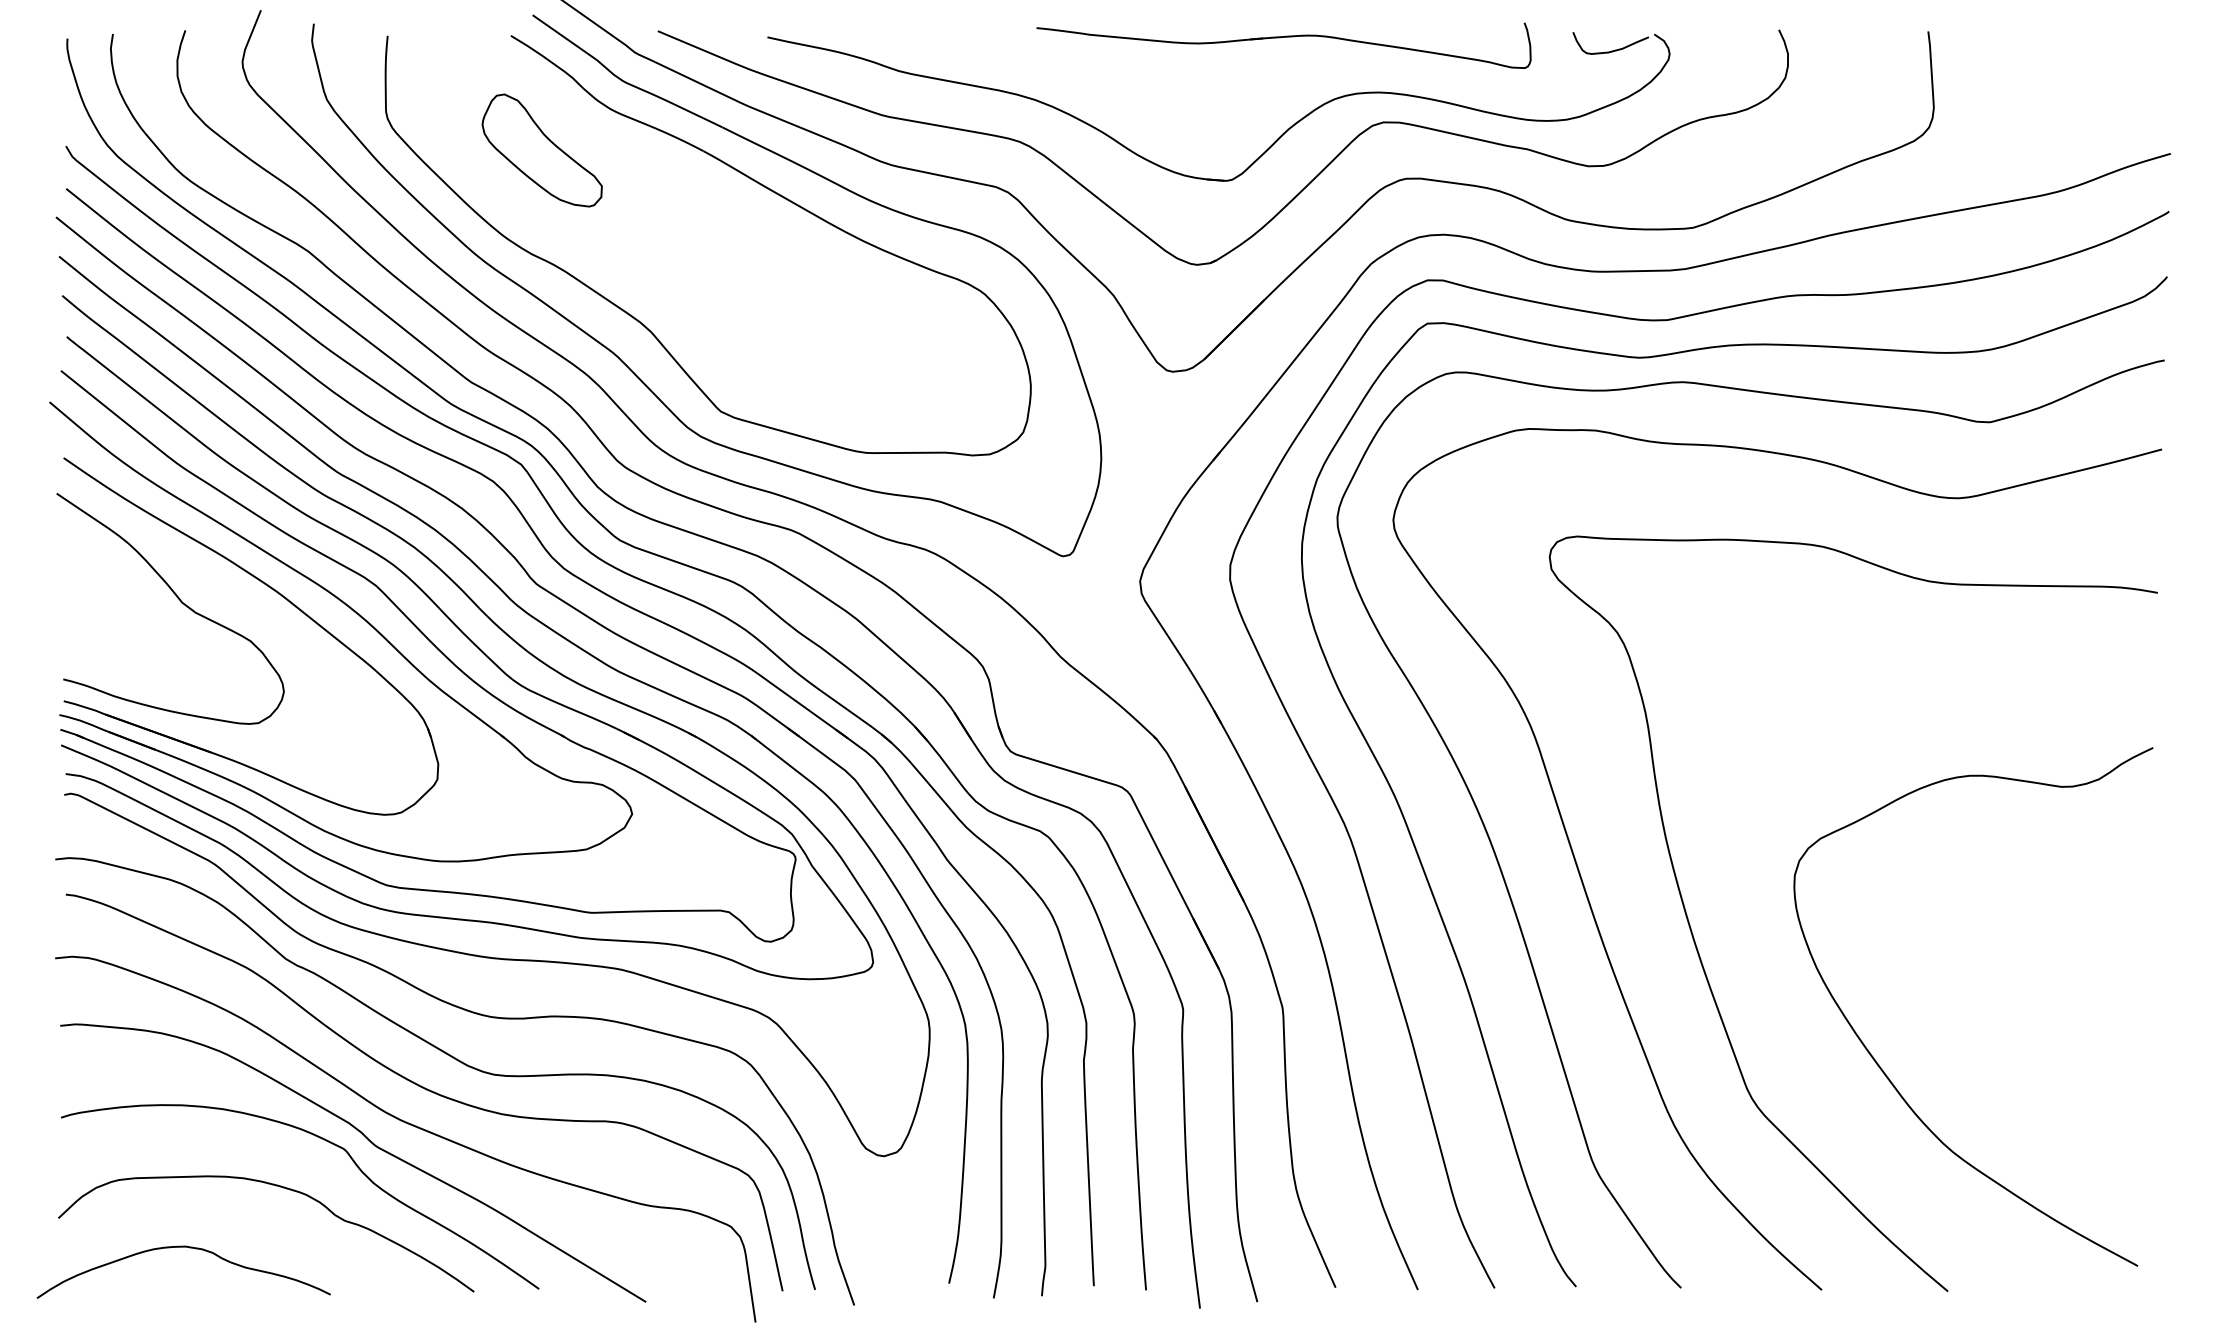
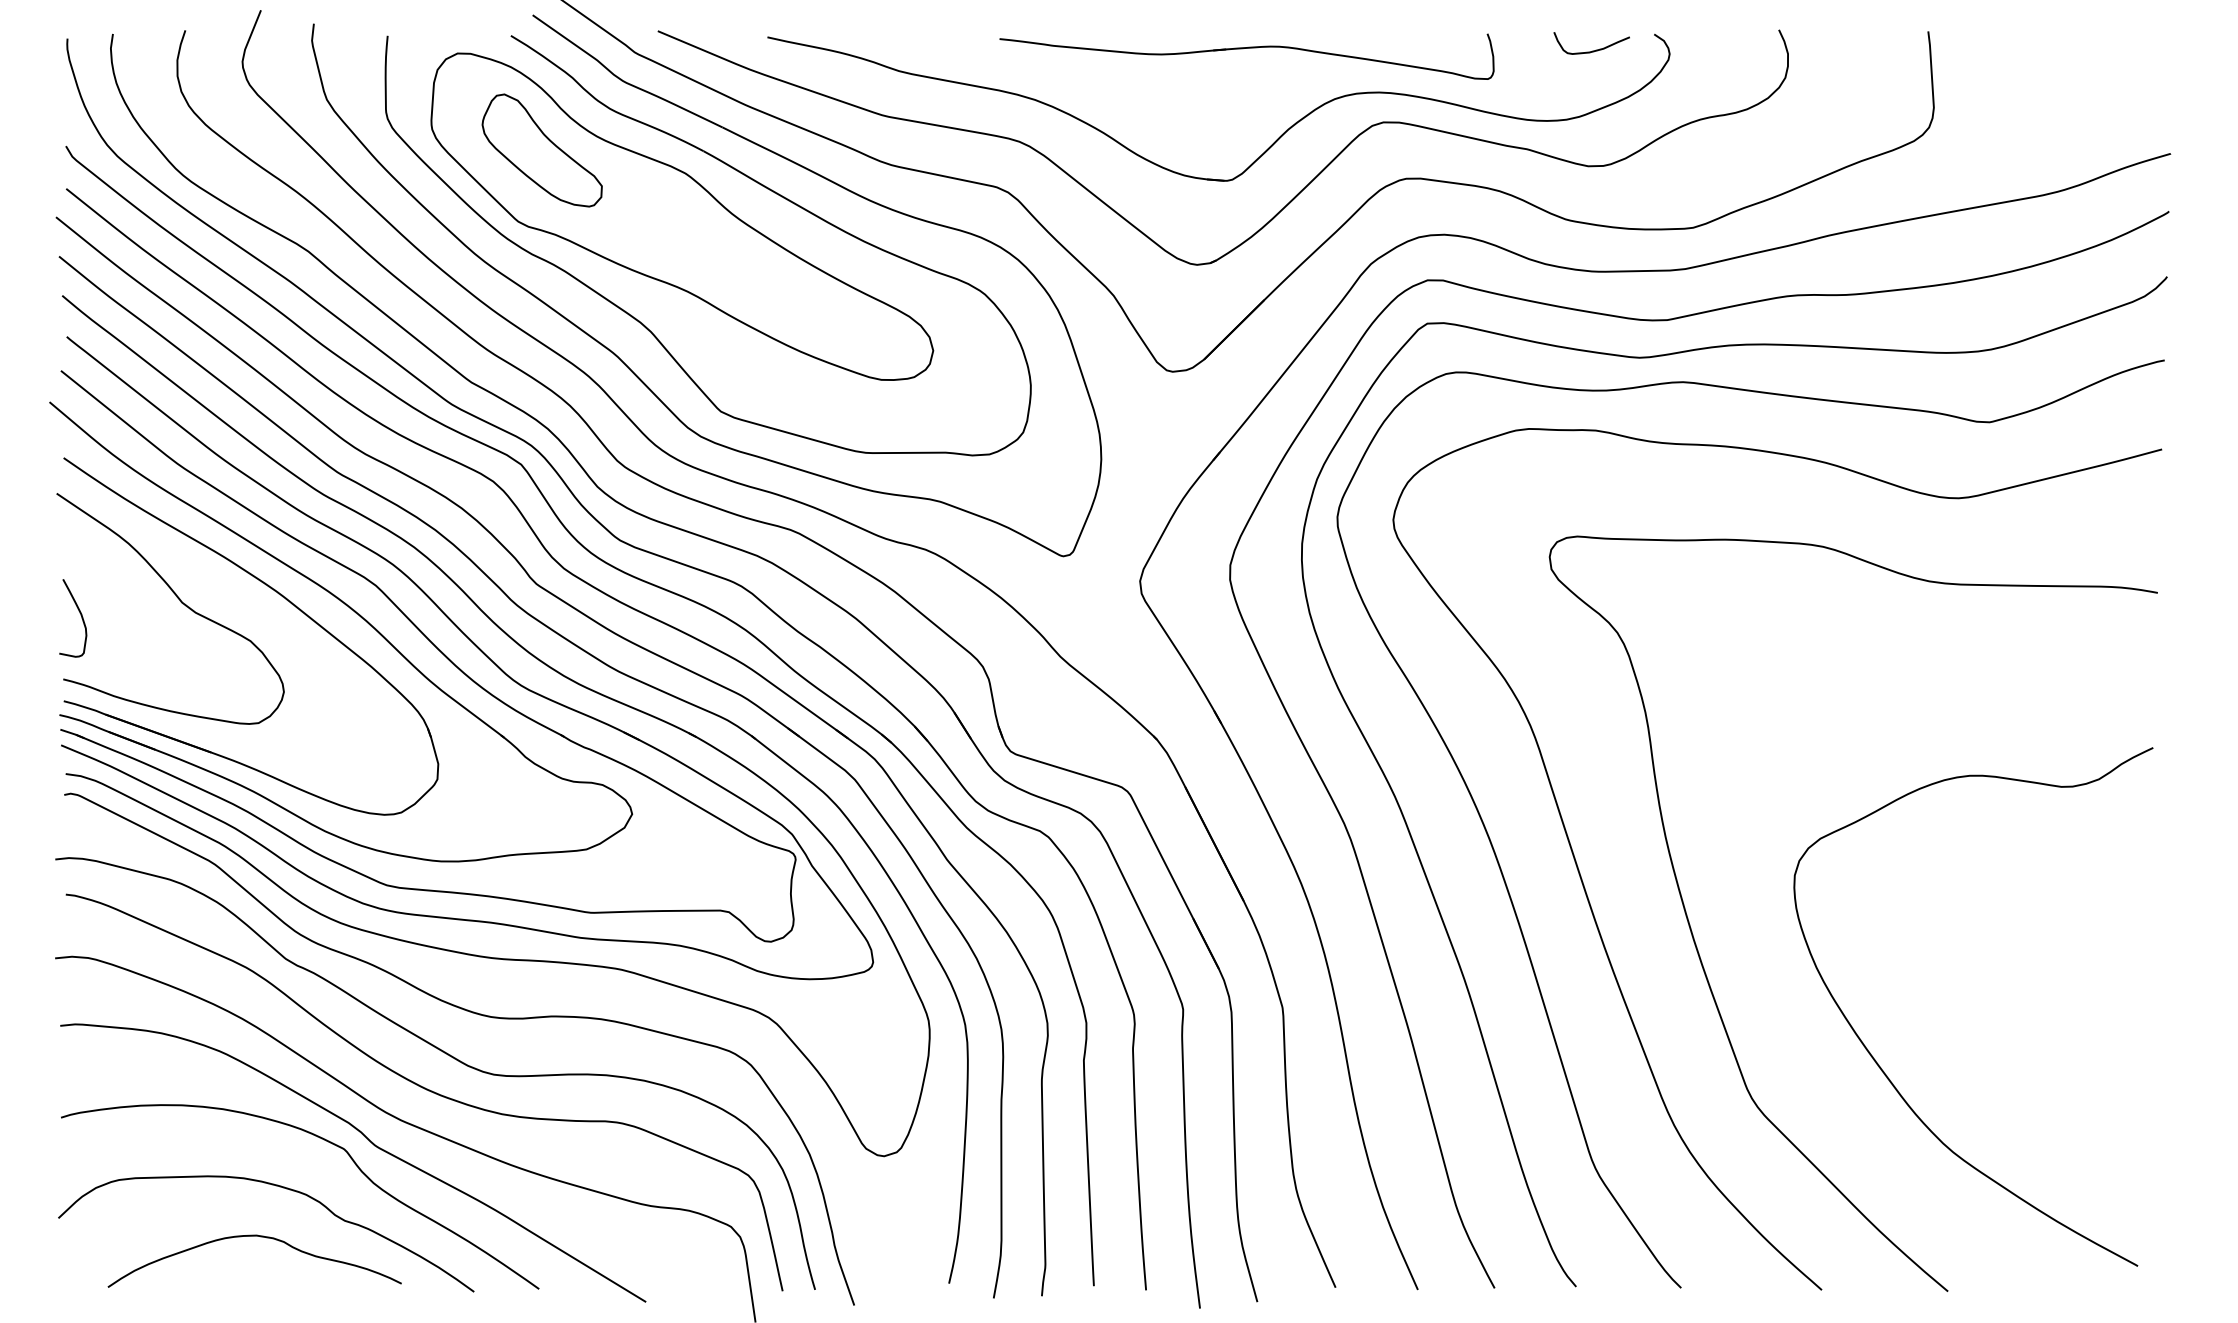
part at (1280, 38) position: (1280, 38) -> (1243, 49)
curve at (1611, 50) position: (1611, 50) -> (1592, 50)
part at (682, 216): none -> present
curve at (80, 615): none -> present
curve at (189, 1248) position: (189, 1248) -> (260, 1237)
